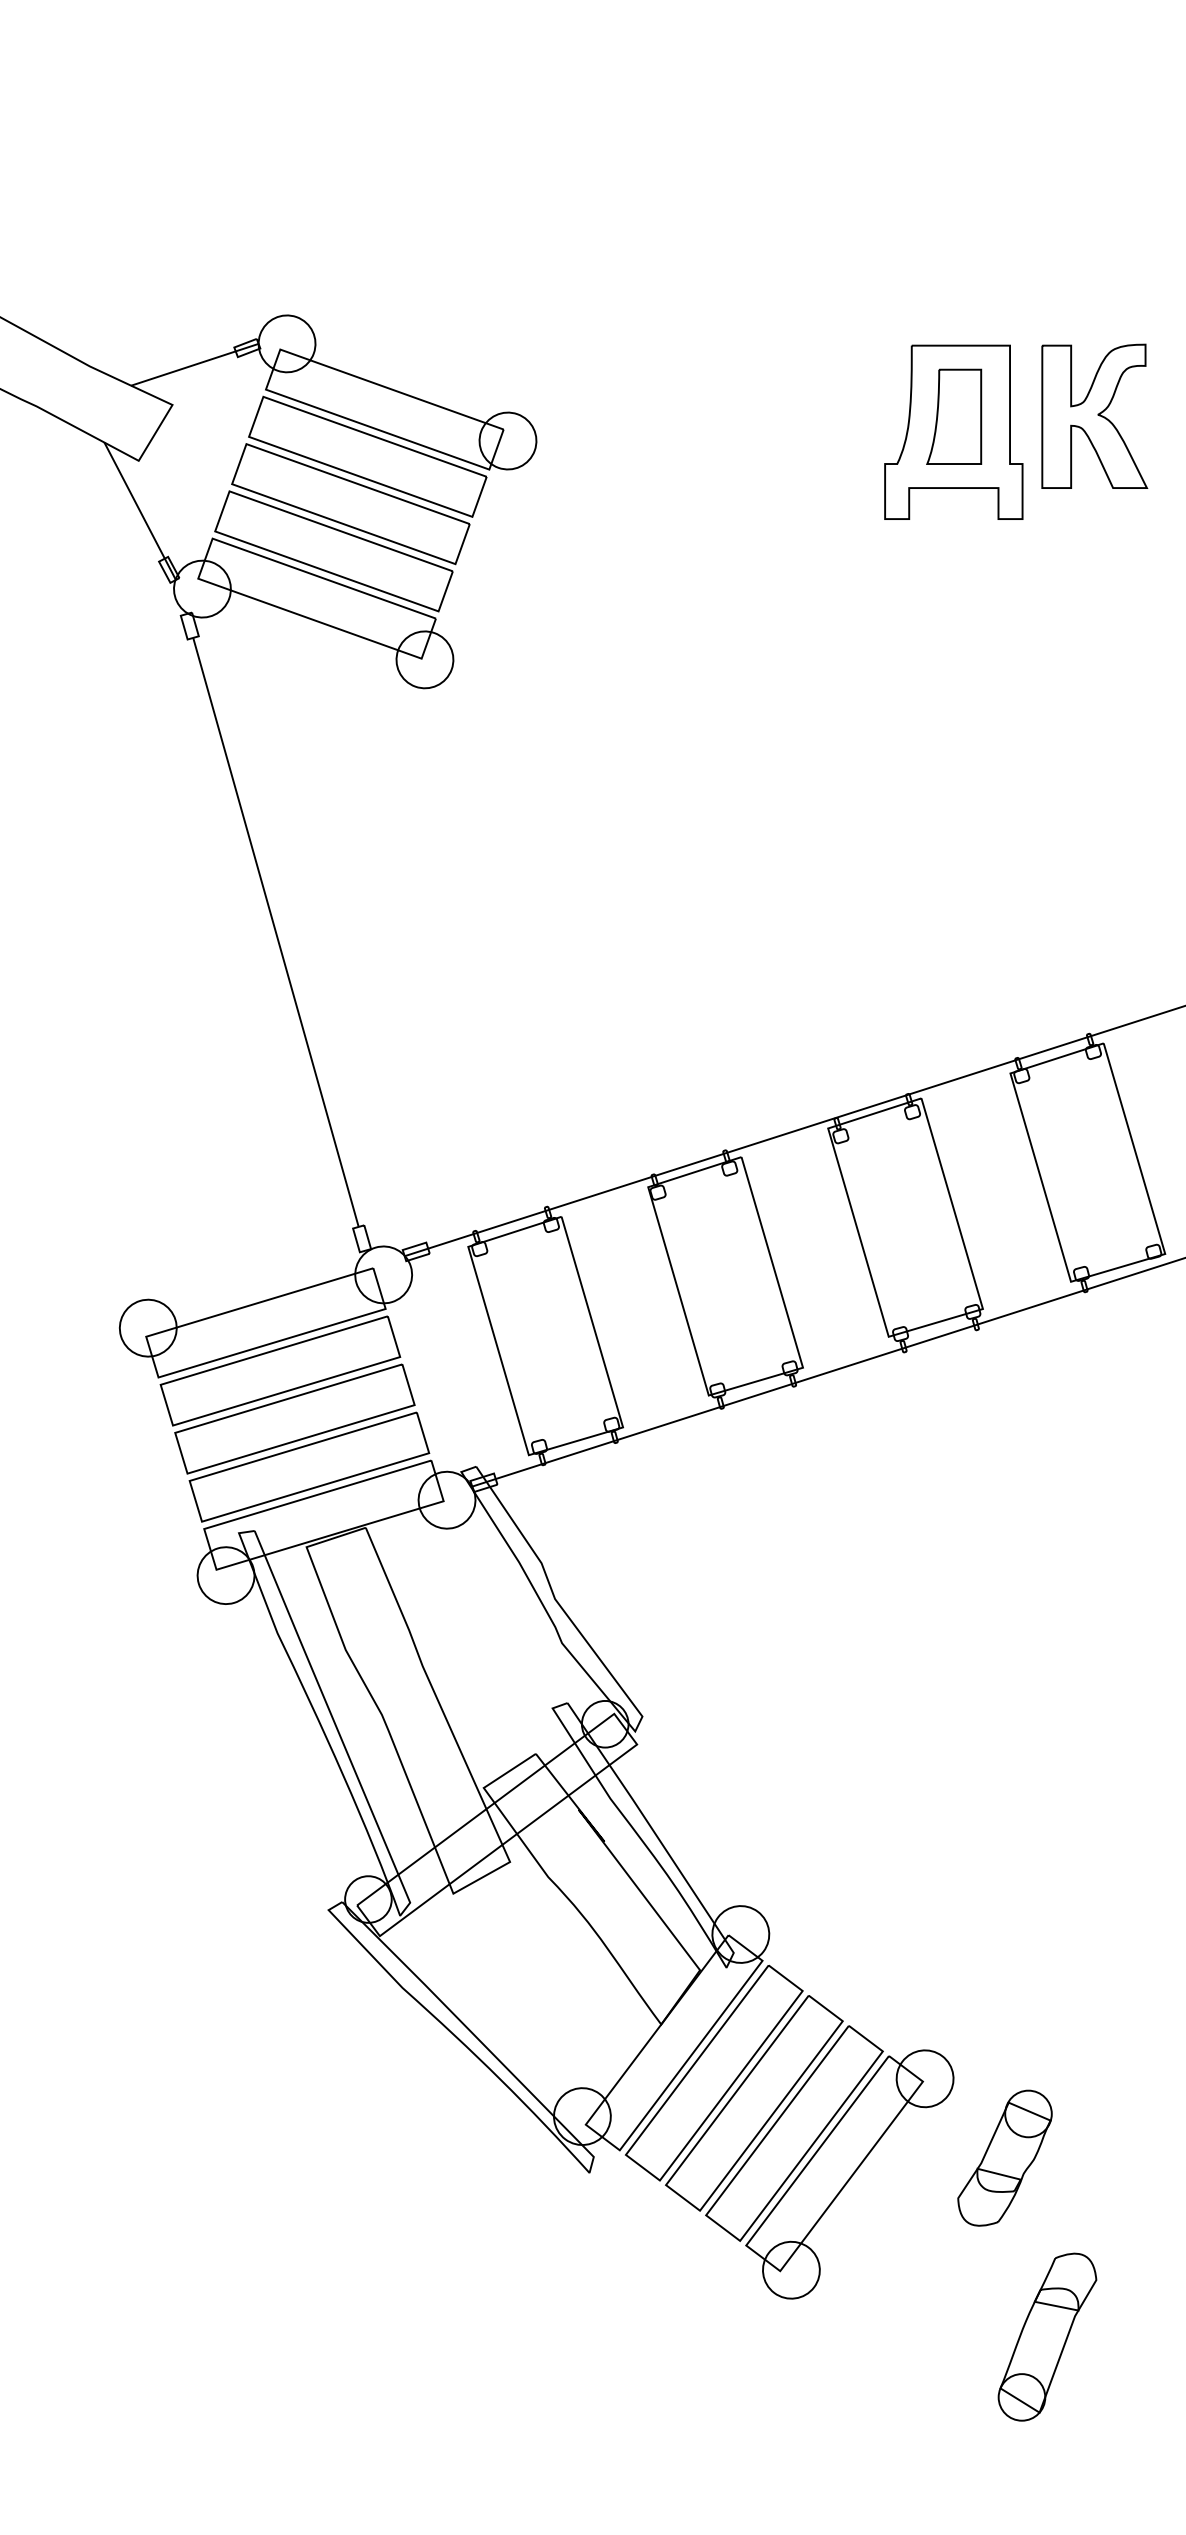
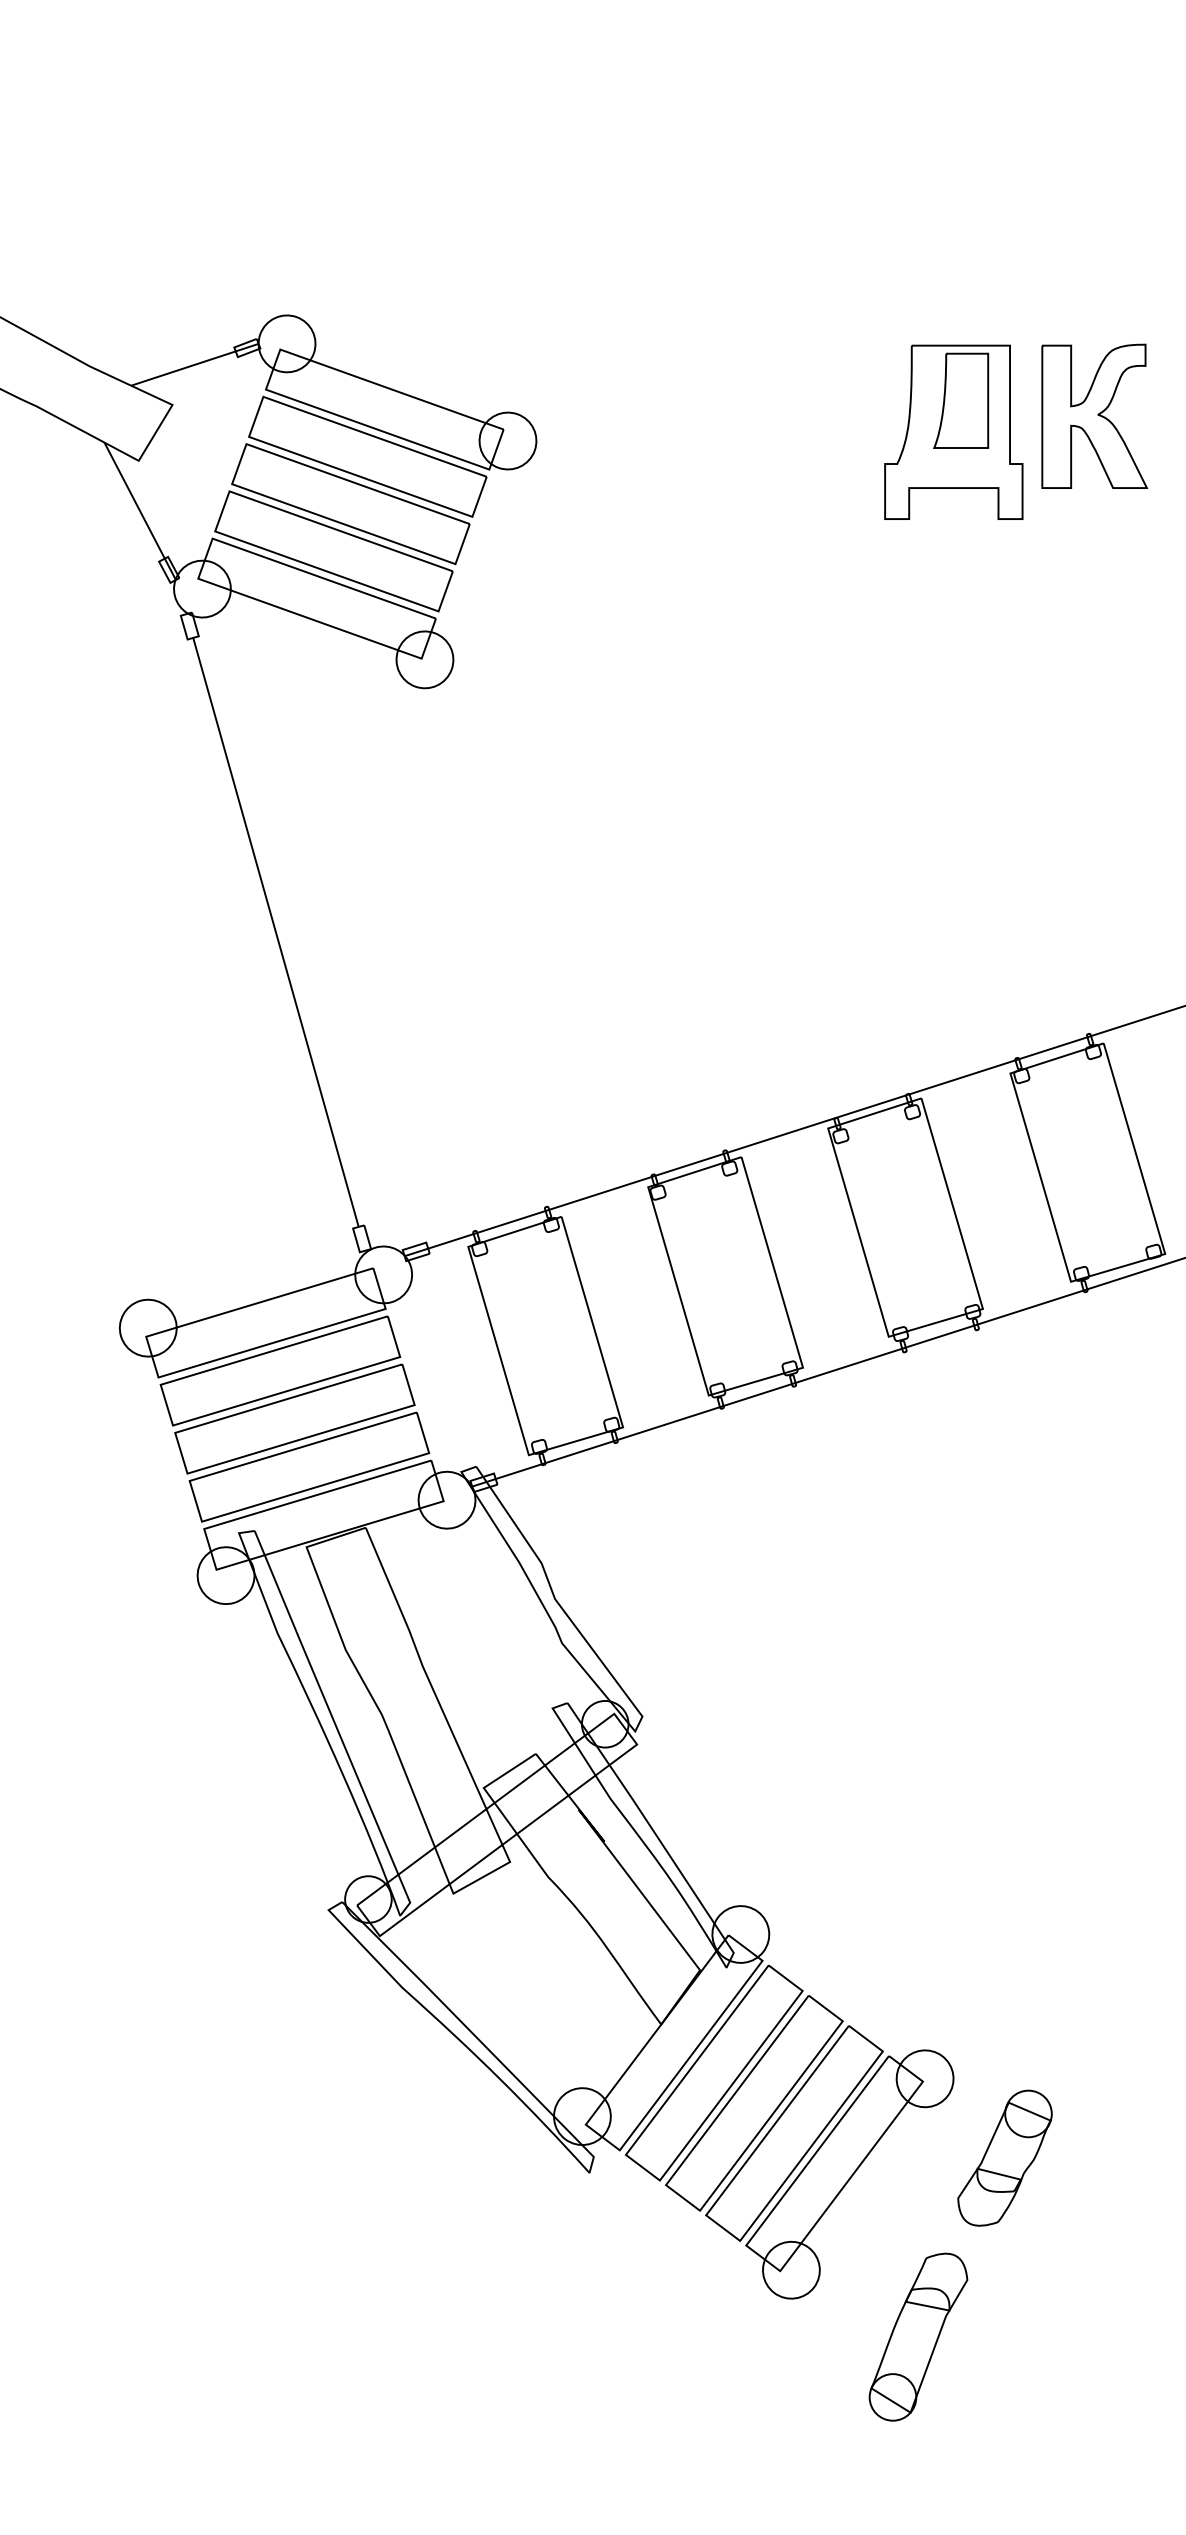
part at (954, 416) position: (954, 416) -> (961, 400)
part at (1047, 2336) position: (1047, 2336) -> (918, 2336)
